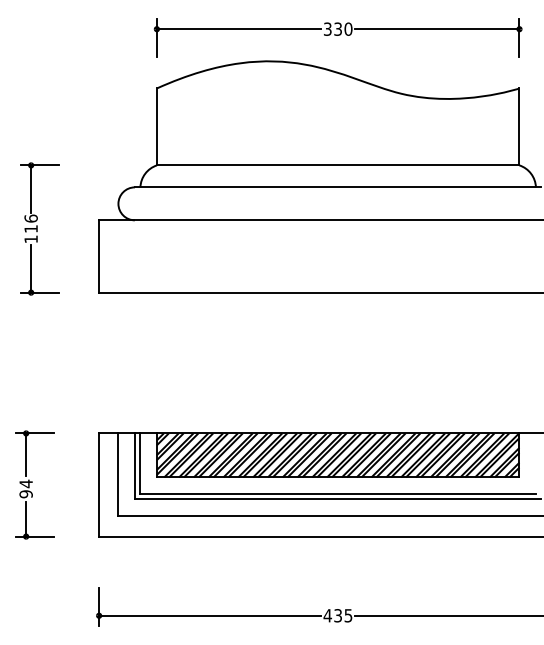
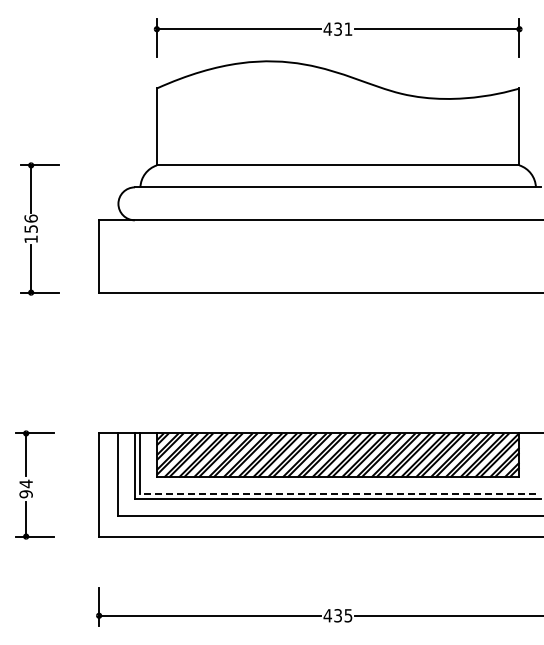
text at (337, 28): 330 -> 431
text at (30, 228): 116 -> 156
line at (338, 493): solid -> dashed
